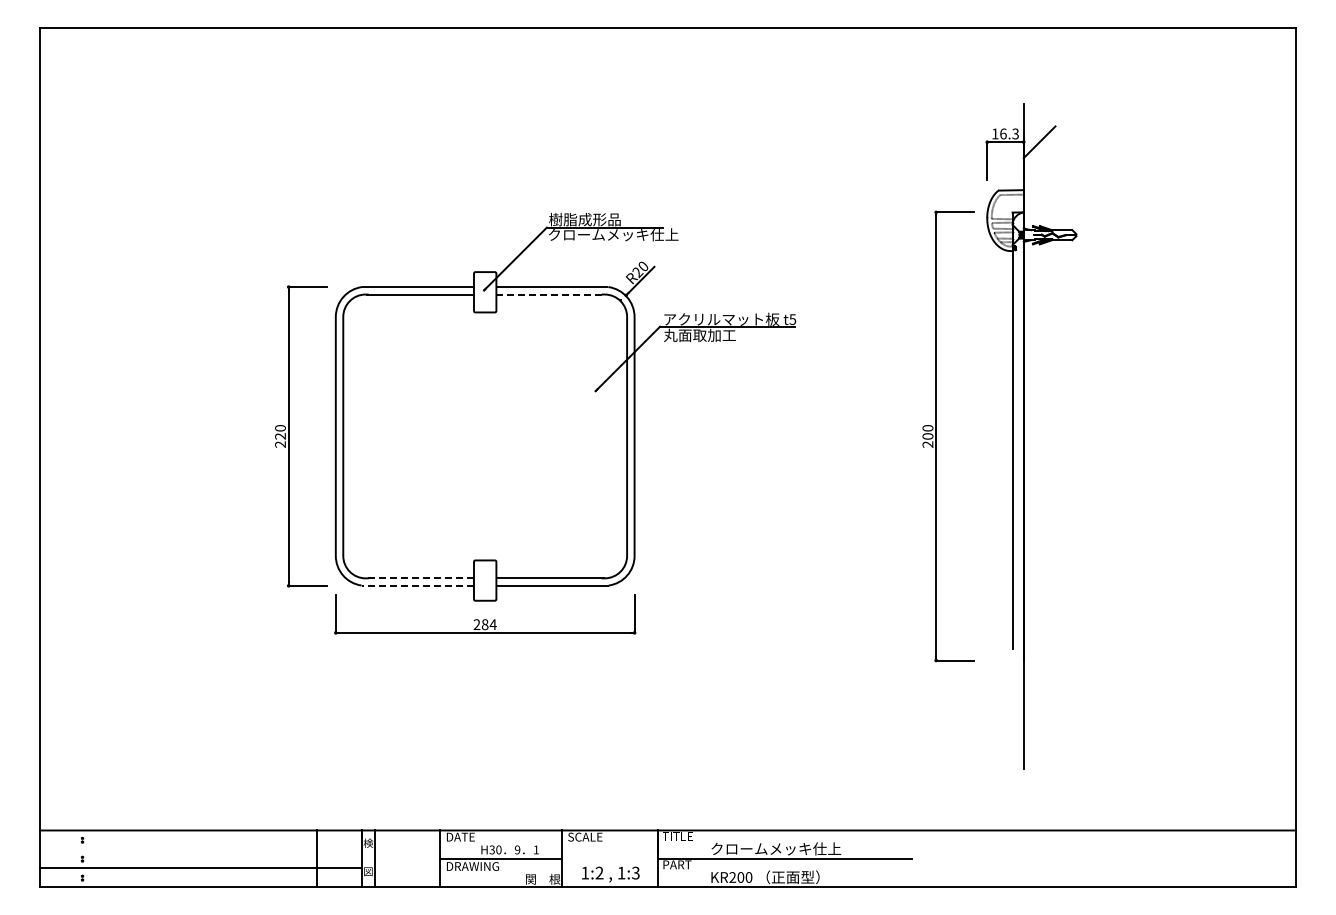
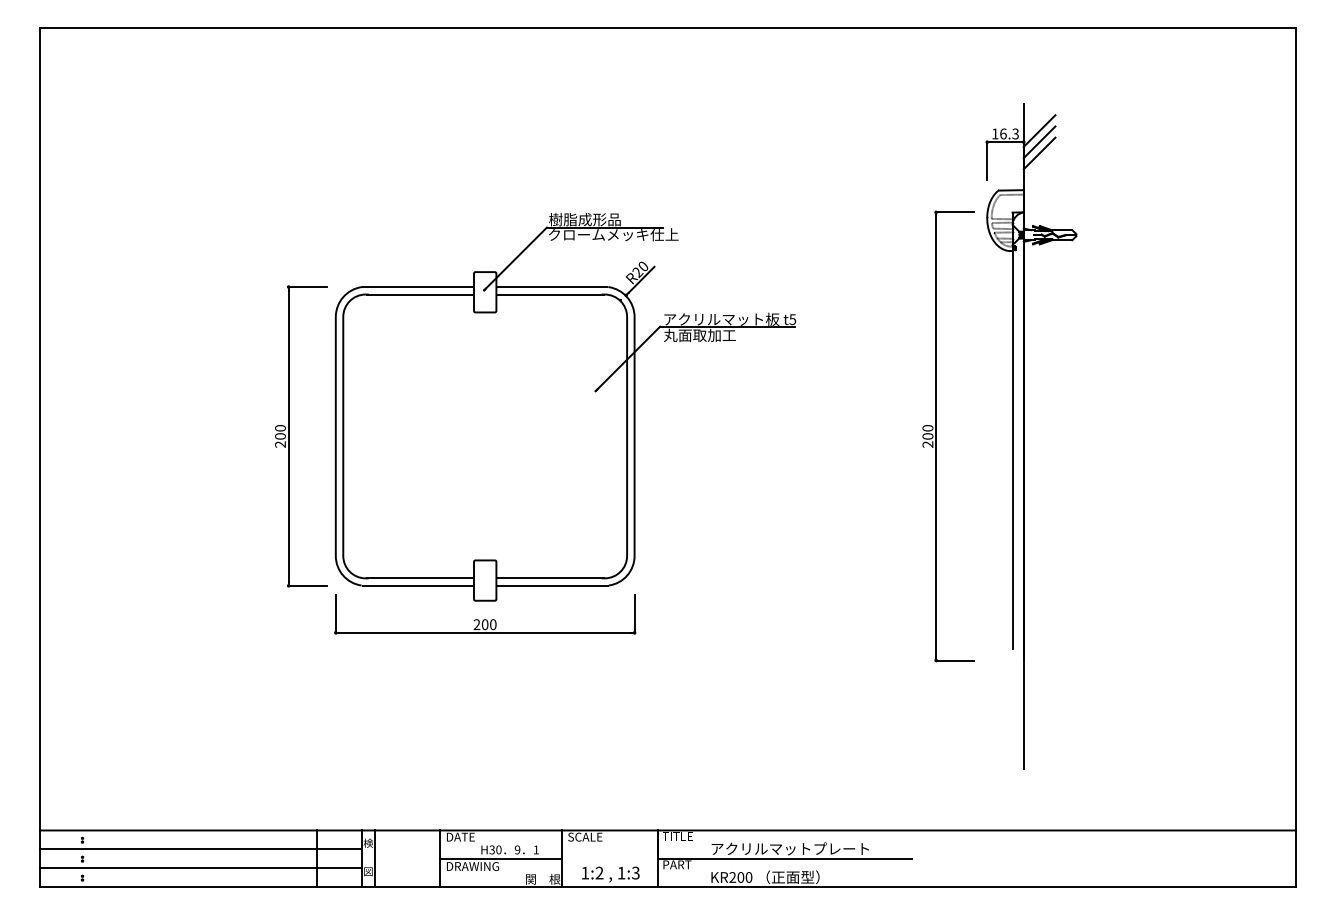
line at (1039, 130): none -> present
line at (1039, 153): none -> present
line at (551, 294): dashed -> solid
text at (280, 436): 220 -> 200
line at (419, 578): dashed -> solid
line at (417, 585): dashed -> solid
text at (488, 624): 284 -> 200
text at (789, 848): クロームメッキ仕上 -> アクリルマットプレート
line at (200, 849): none -> present
